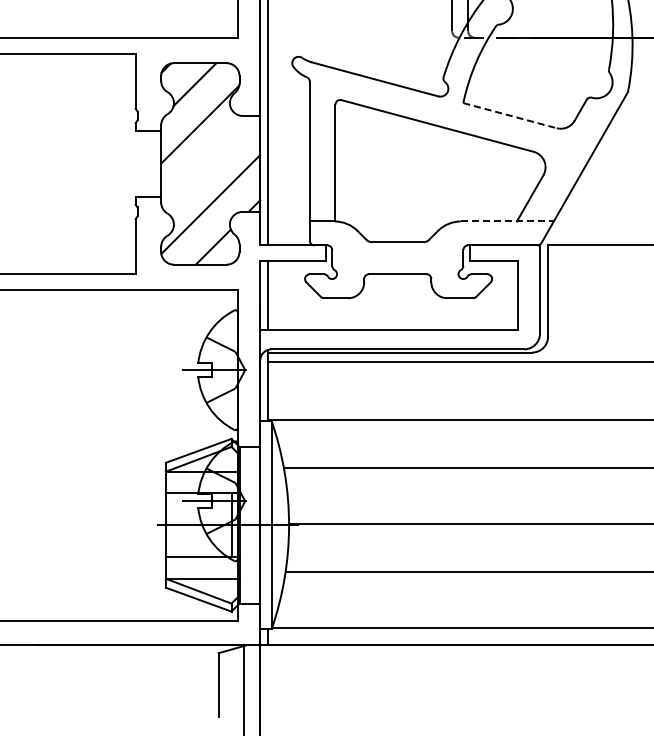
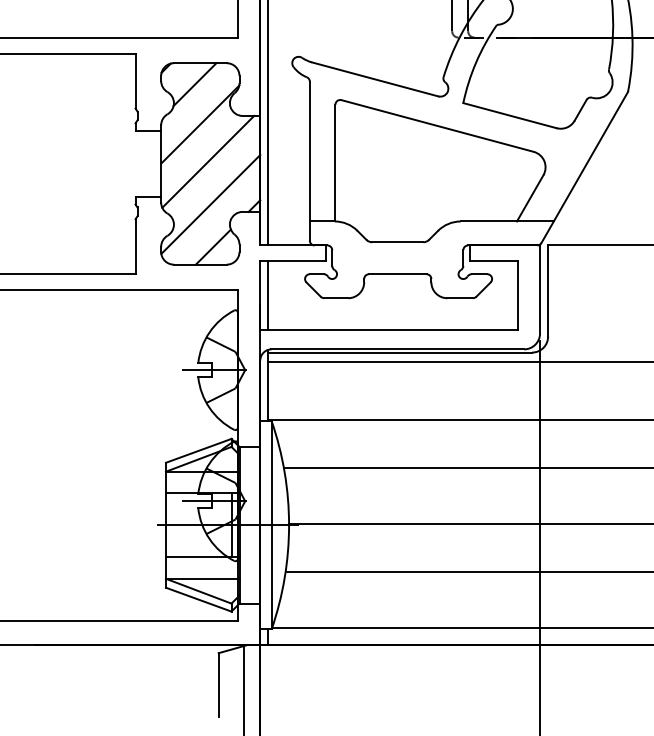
line at (510, 115): dashed -> solid
line at (208, 161): none -> present
line at (507, 221): dashed -> solid
line at (540, 536): none -> present
